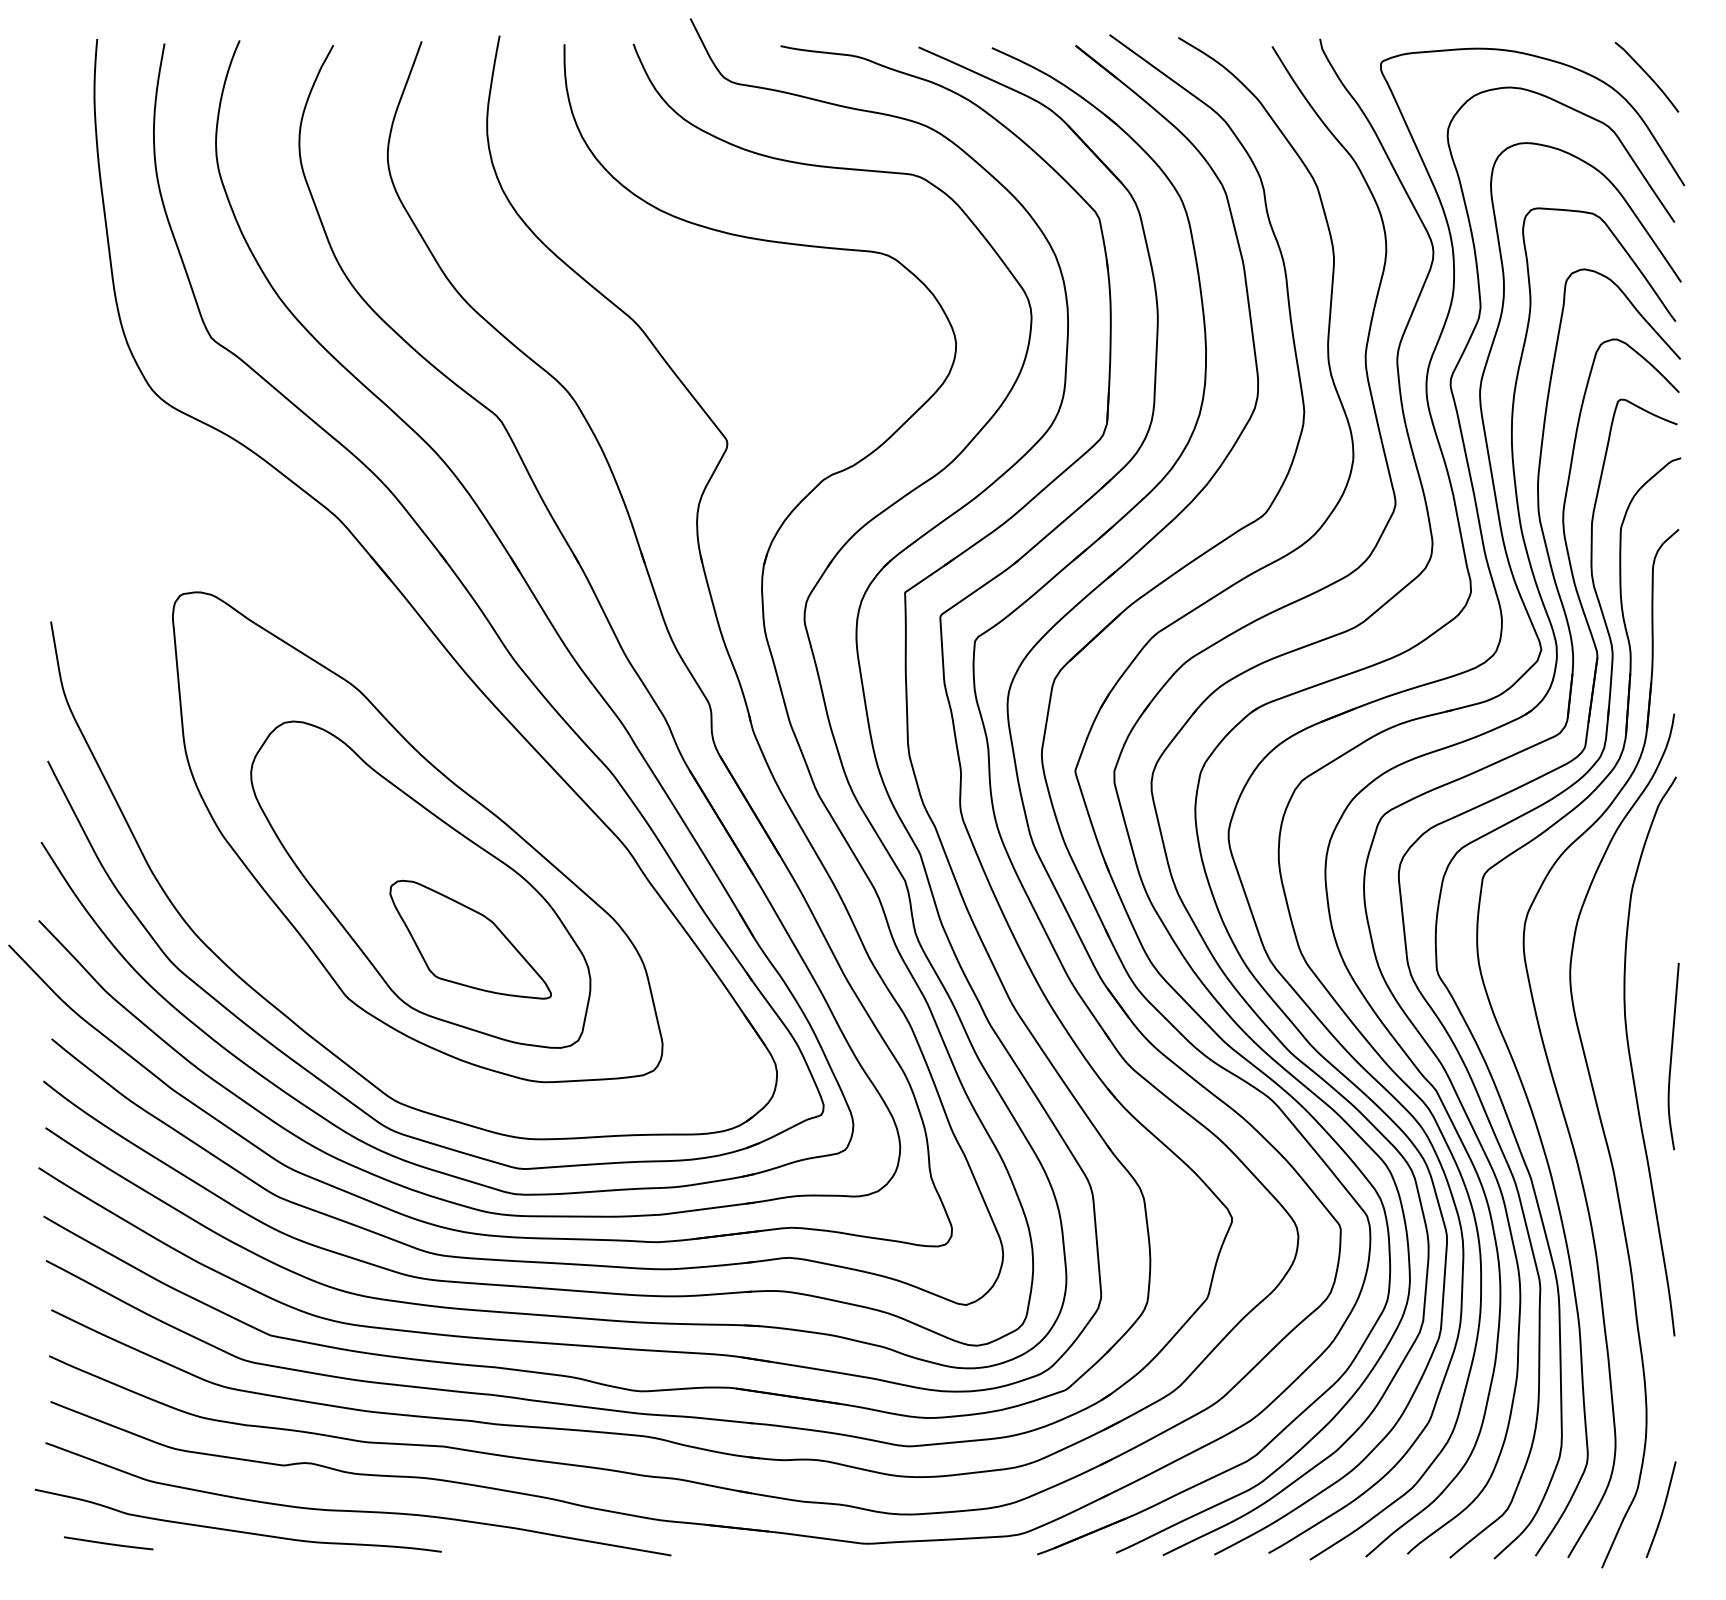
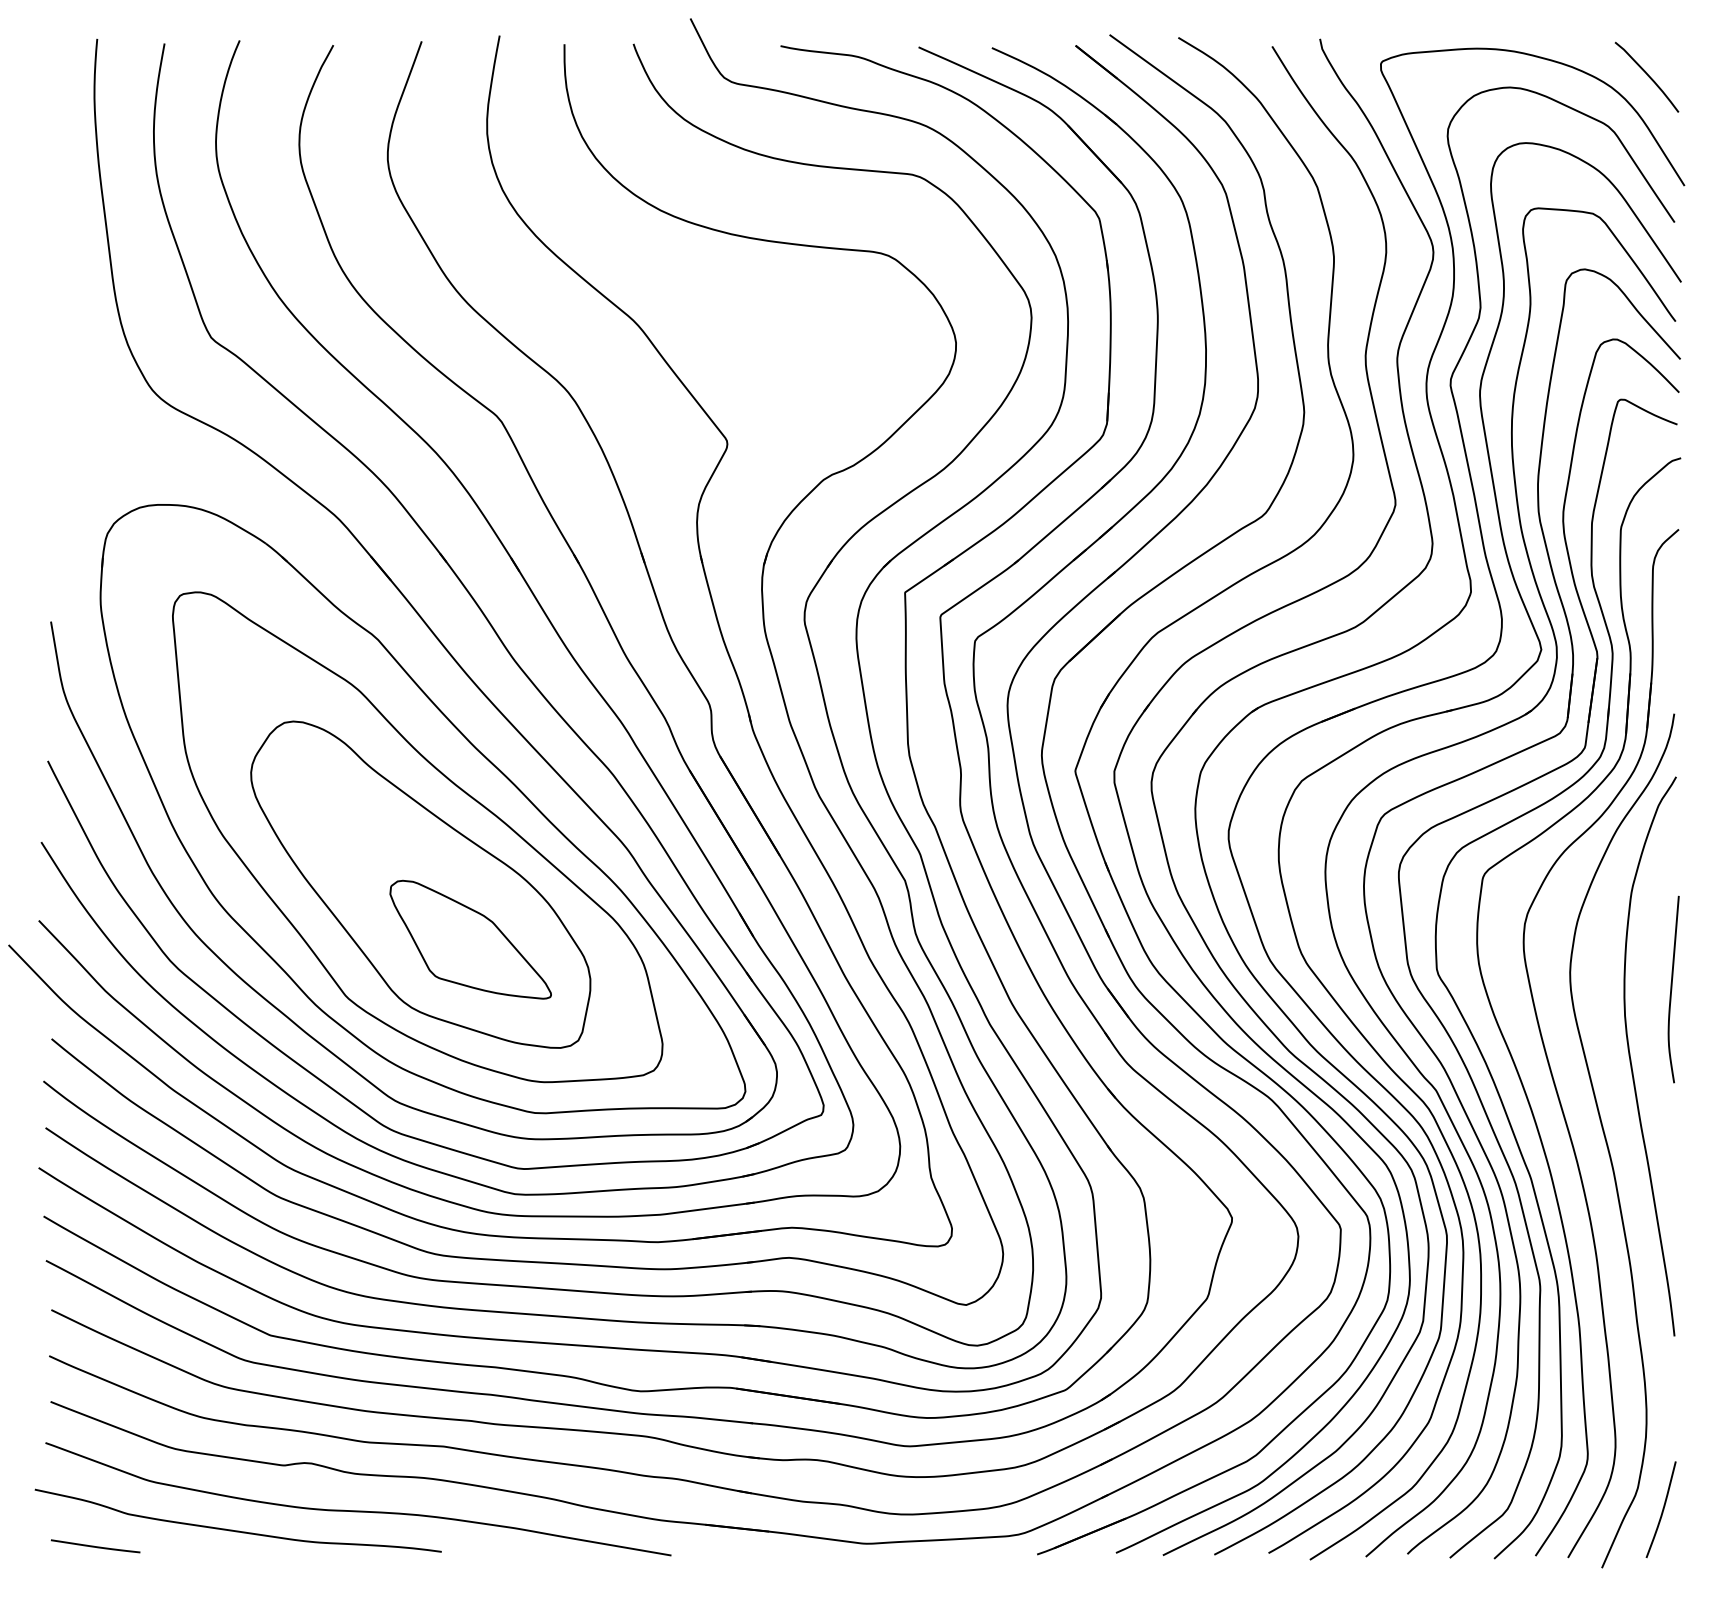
part at (422, 809): none -> present
curve at (1672, 1056) position: (1672, 1056) -> (1672, 989)
line at (108, 1543) position: (108, 1543) -> (95, 1546)
